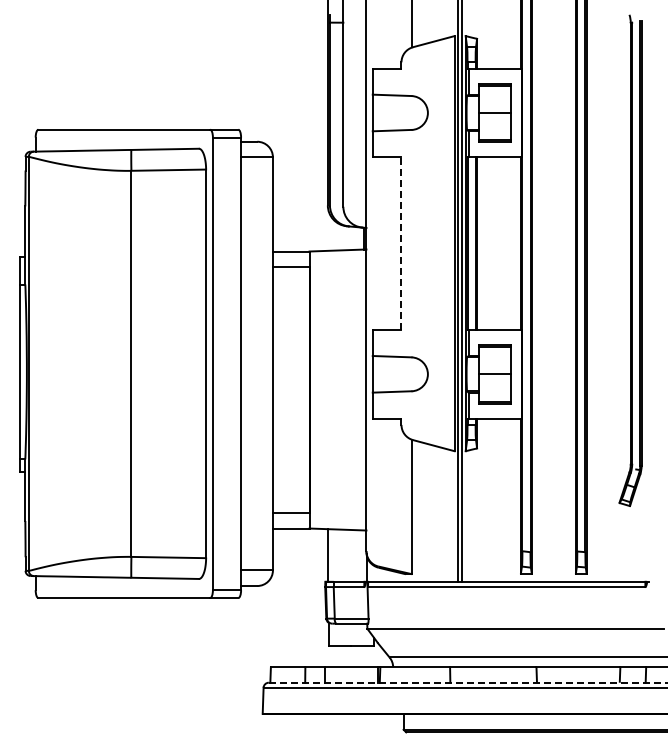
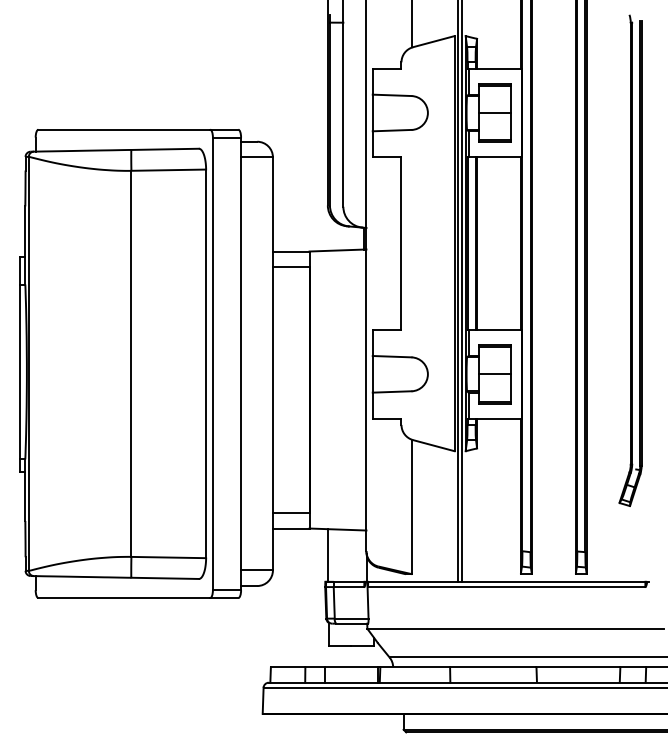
line at (401, 243): dashed -> solid
line at (468, 682): dashed -> solid
